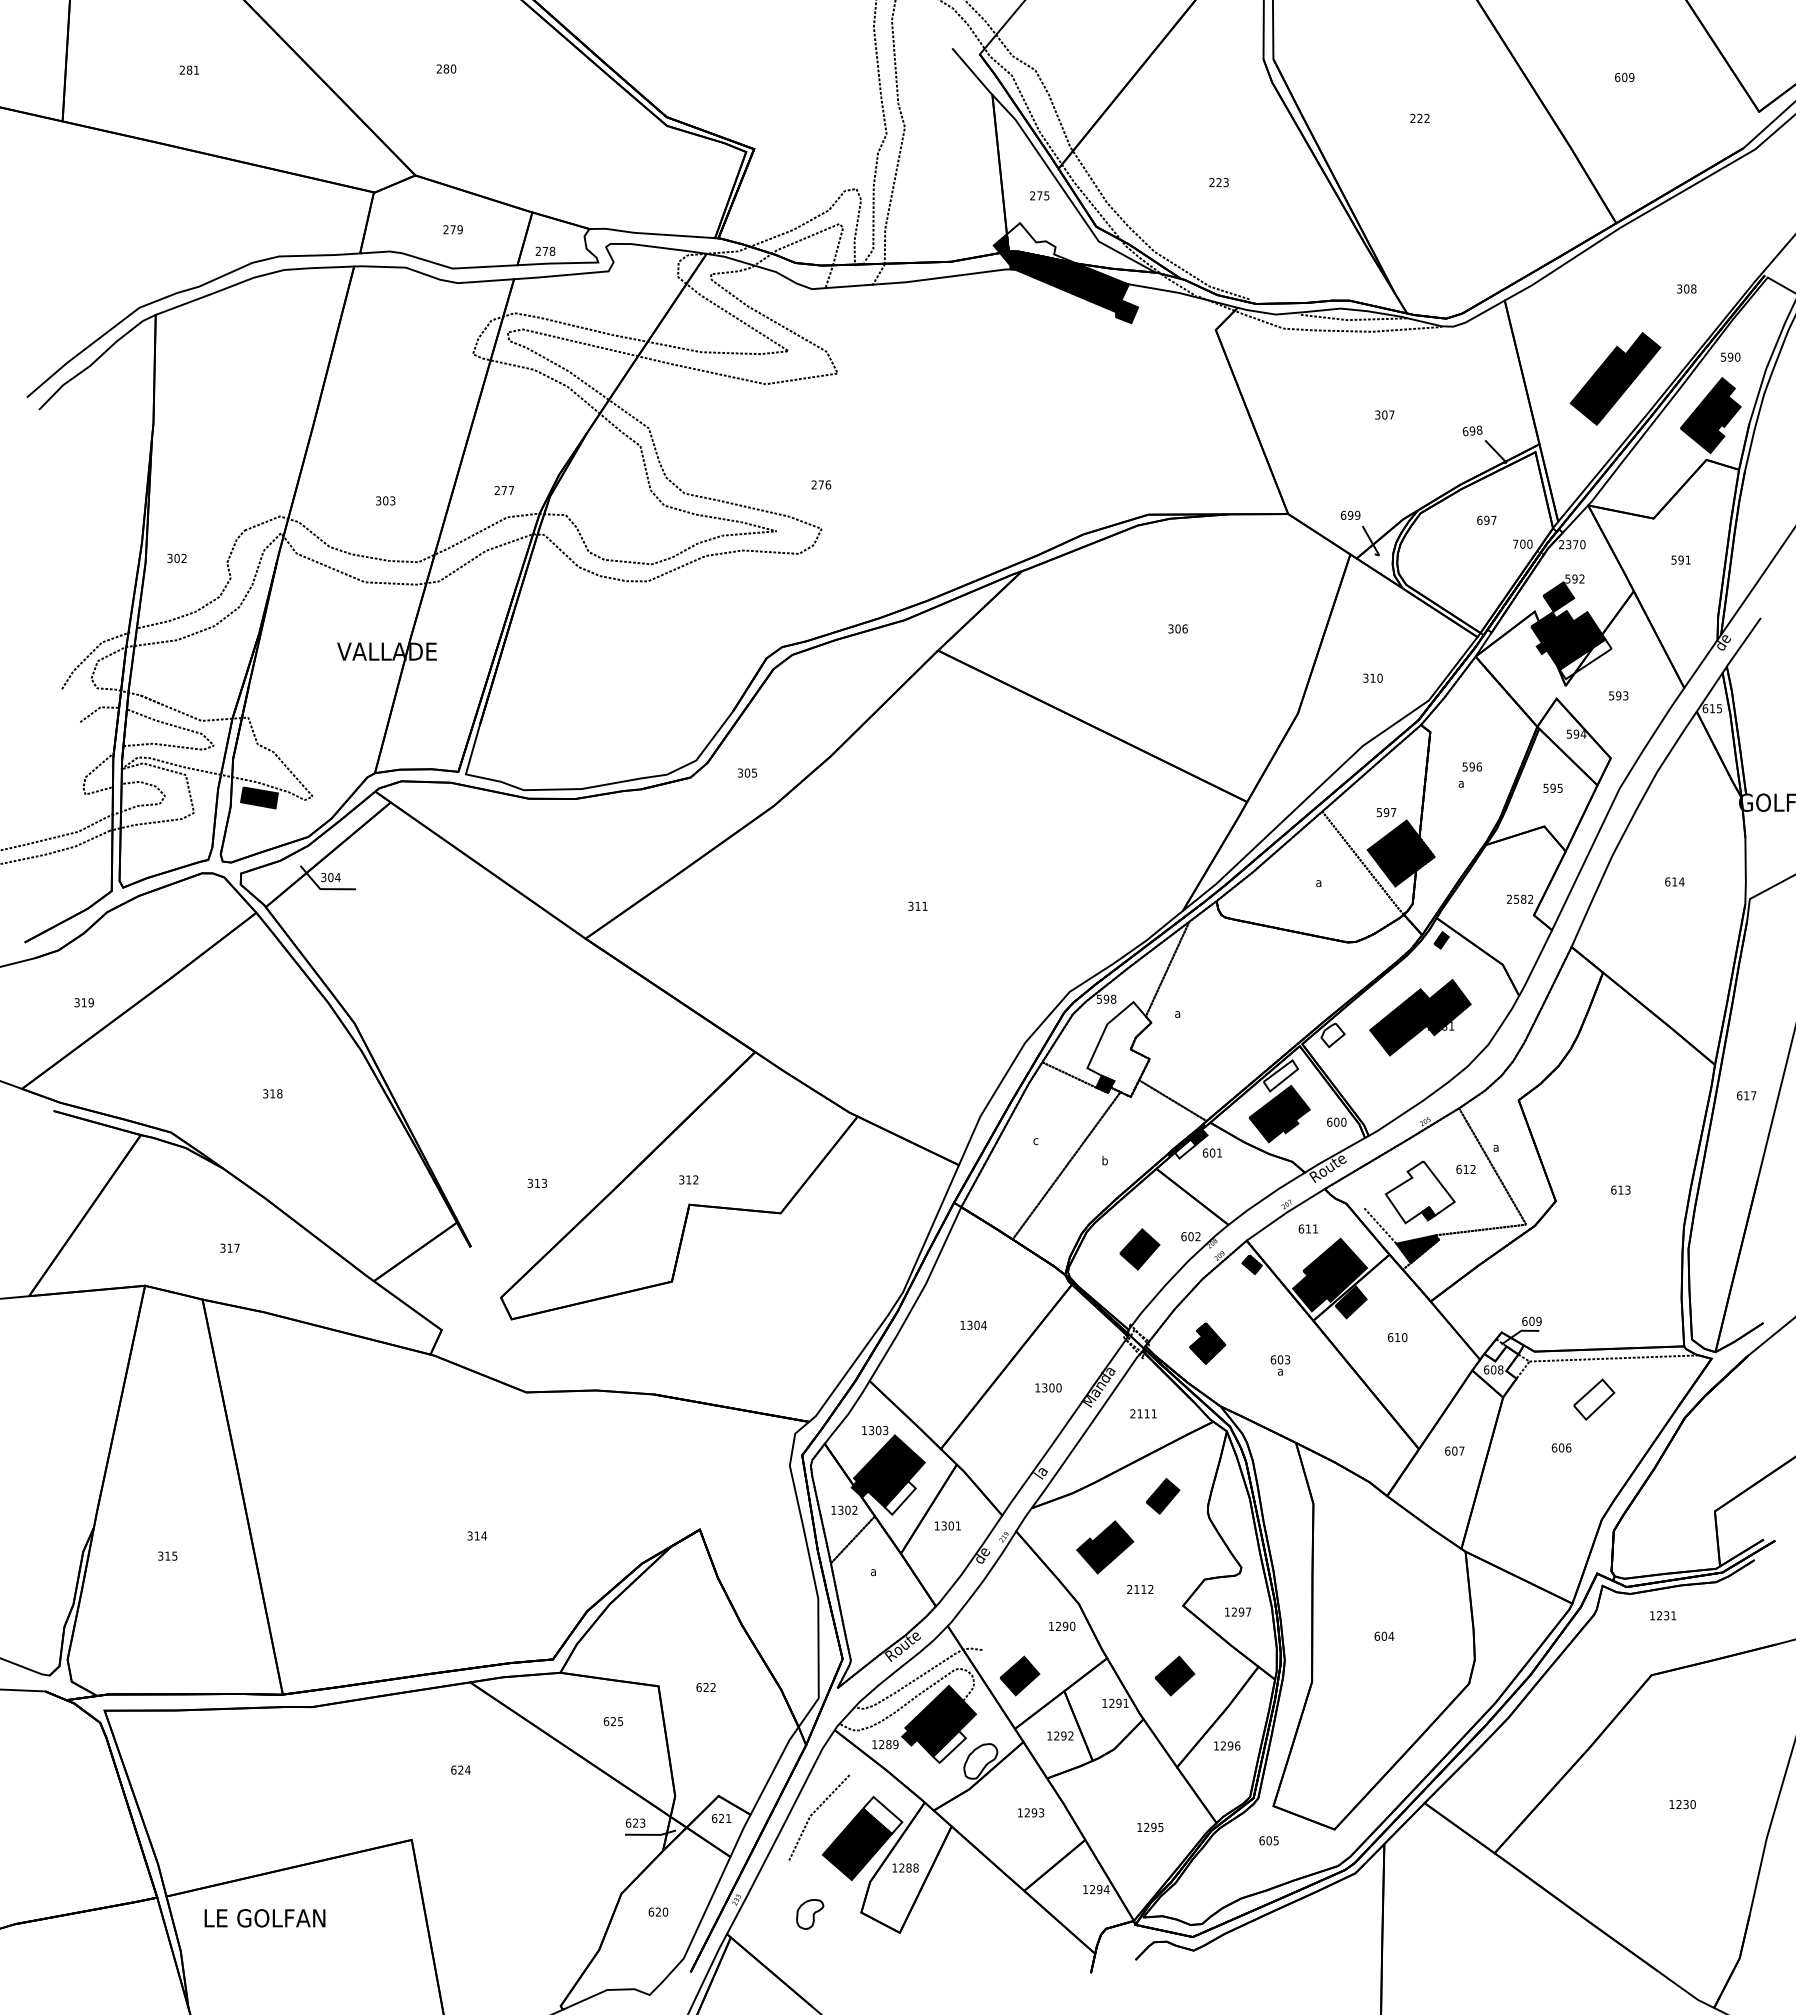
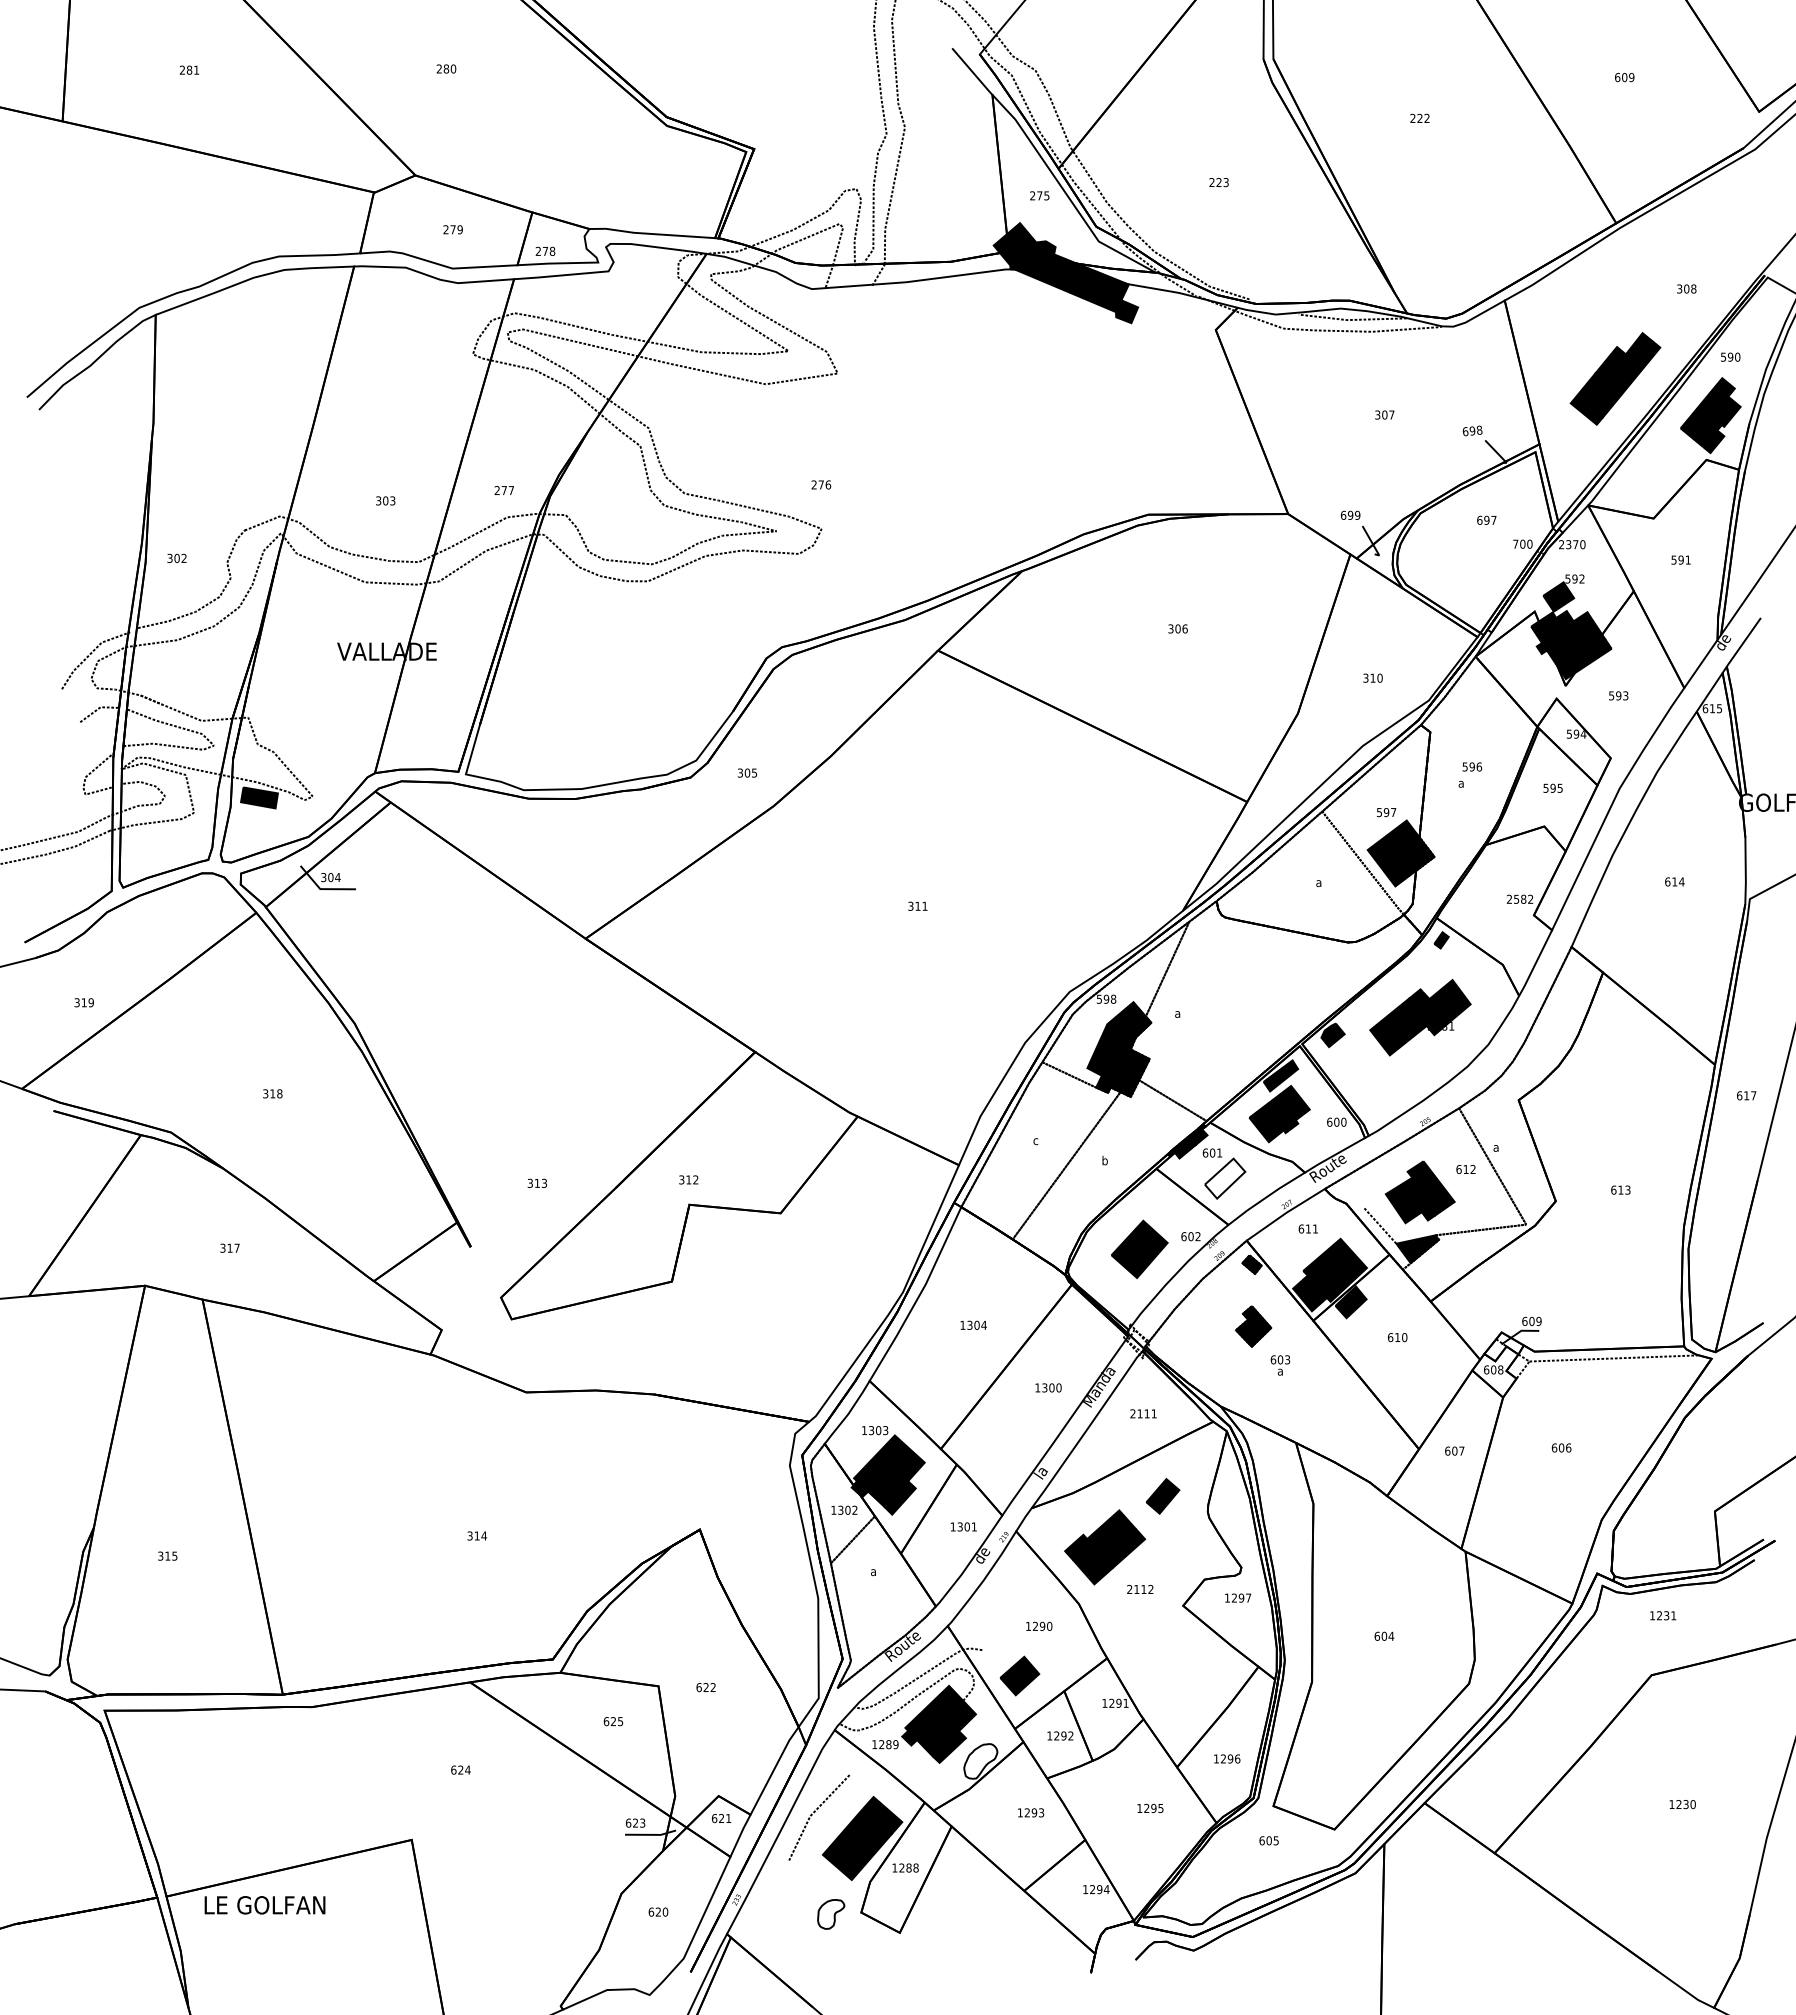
fill at (1041, 243): none -> present
fill at (1585, 659): none -> present
fill at (1332, 1035): none -> present
fill at (1119, 1049): none -> present
fill at (1280, 1075): none -> present
fill at (1184, 1148): none -> present
fill at (1419, 1192): none -> present
part at (1139, 1249) size: 42x43 px -> 58x61 px
part at (1207, 1343) position: (1207, 1343) -> (1253, 1326)
part at (1594, 1399) position: (1594, 1399) -> (1225, 1178)
fill at (899, 1497): none -> present
text at (947, 1525) position: (947, 1525) -> (963, 1526)
part at (1105, 1547) size: 59x55 px -> 83x77 px
text at (1238, 1611) position: (1238, 1611) -> (1238, 1597)
text at (1062, 1625) position: (1062, 1625) -> (1039, 1625)
part at (1174, 1675): present -> none
text at (1227, 1745) position: (1227, 1745) -> (1227, 1758)
fill at (949, 1746): none -> present
fill at (882, 1814): none -> present
text at (1150, 1826) position: (1150, 1826) -> (1150, 1807)
part at (810, 1914) position: (810, 1914) -> (831, 1914)
text at (264, 1918) position: (264, 1918) -> (264, 1905)
